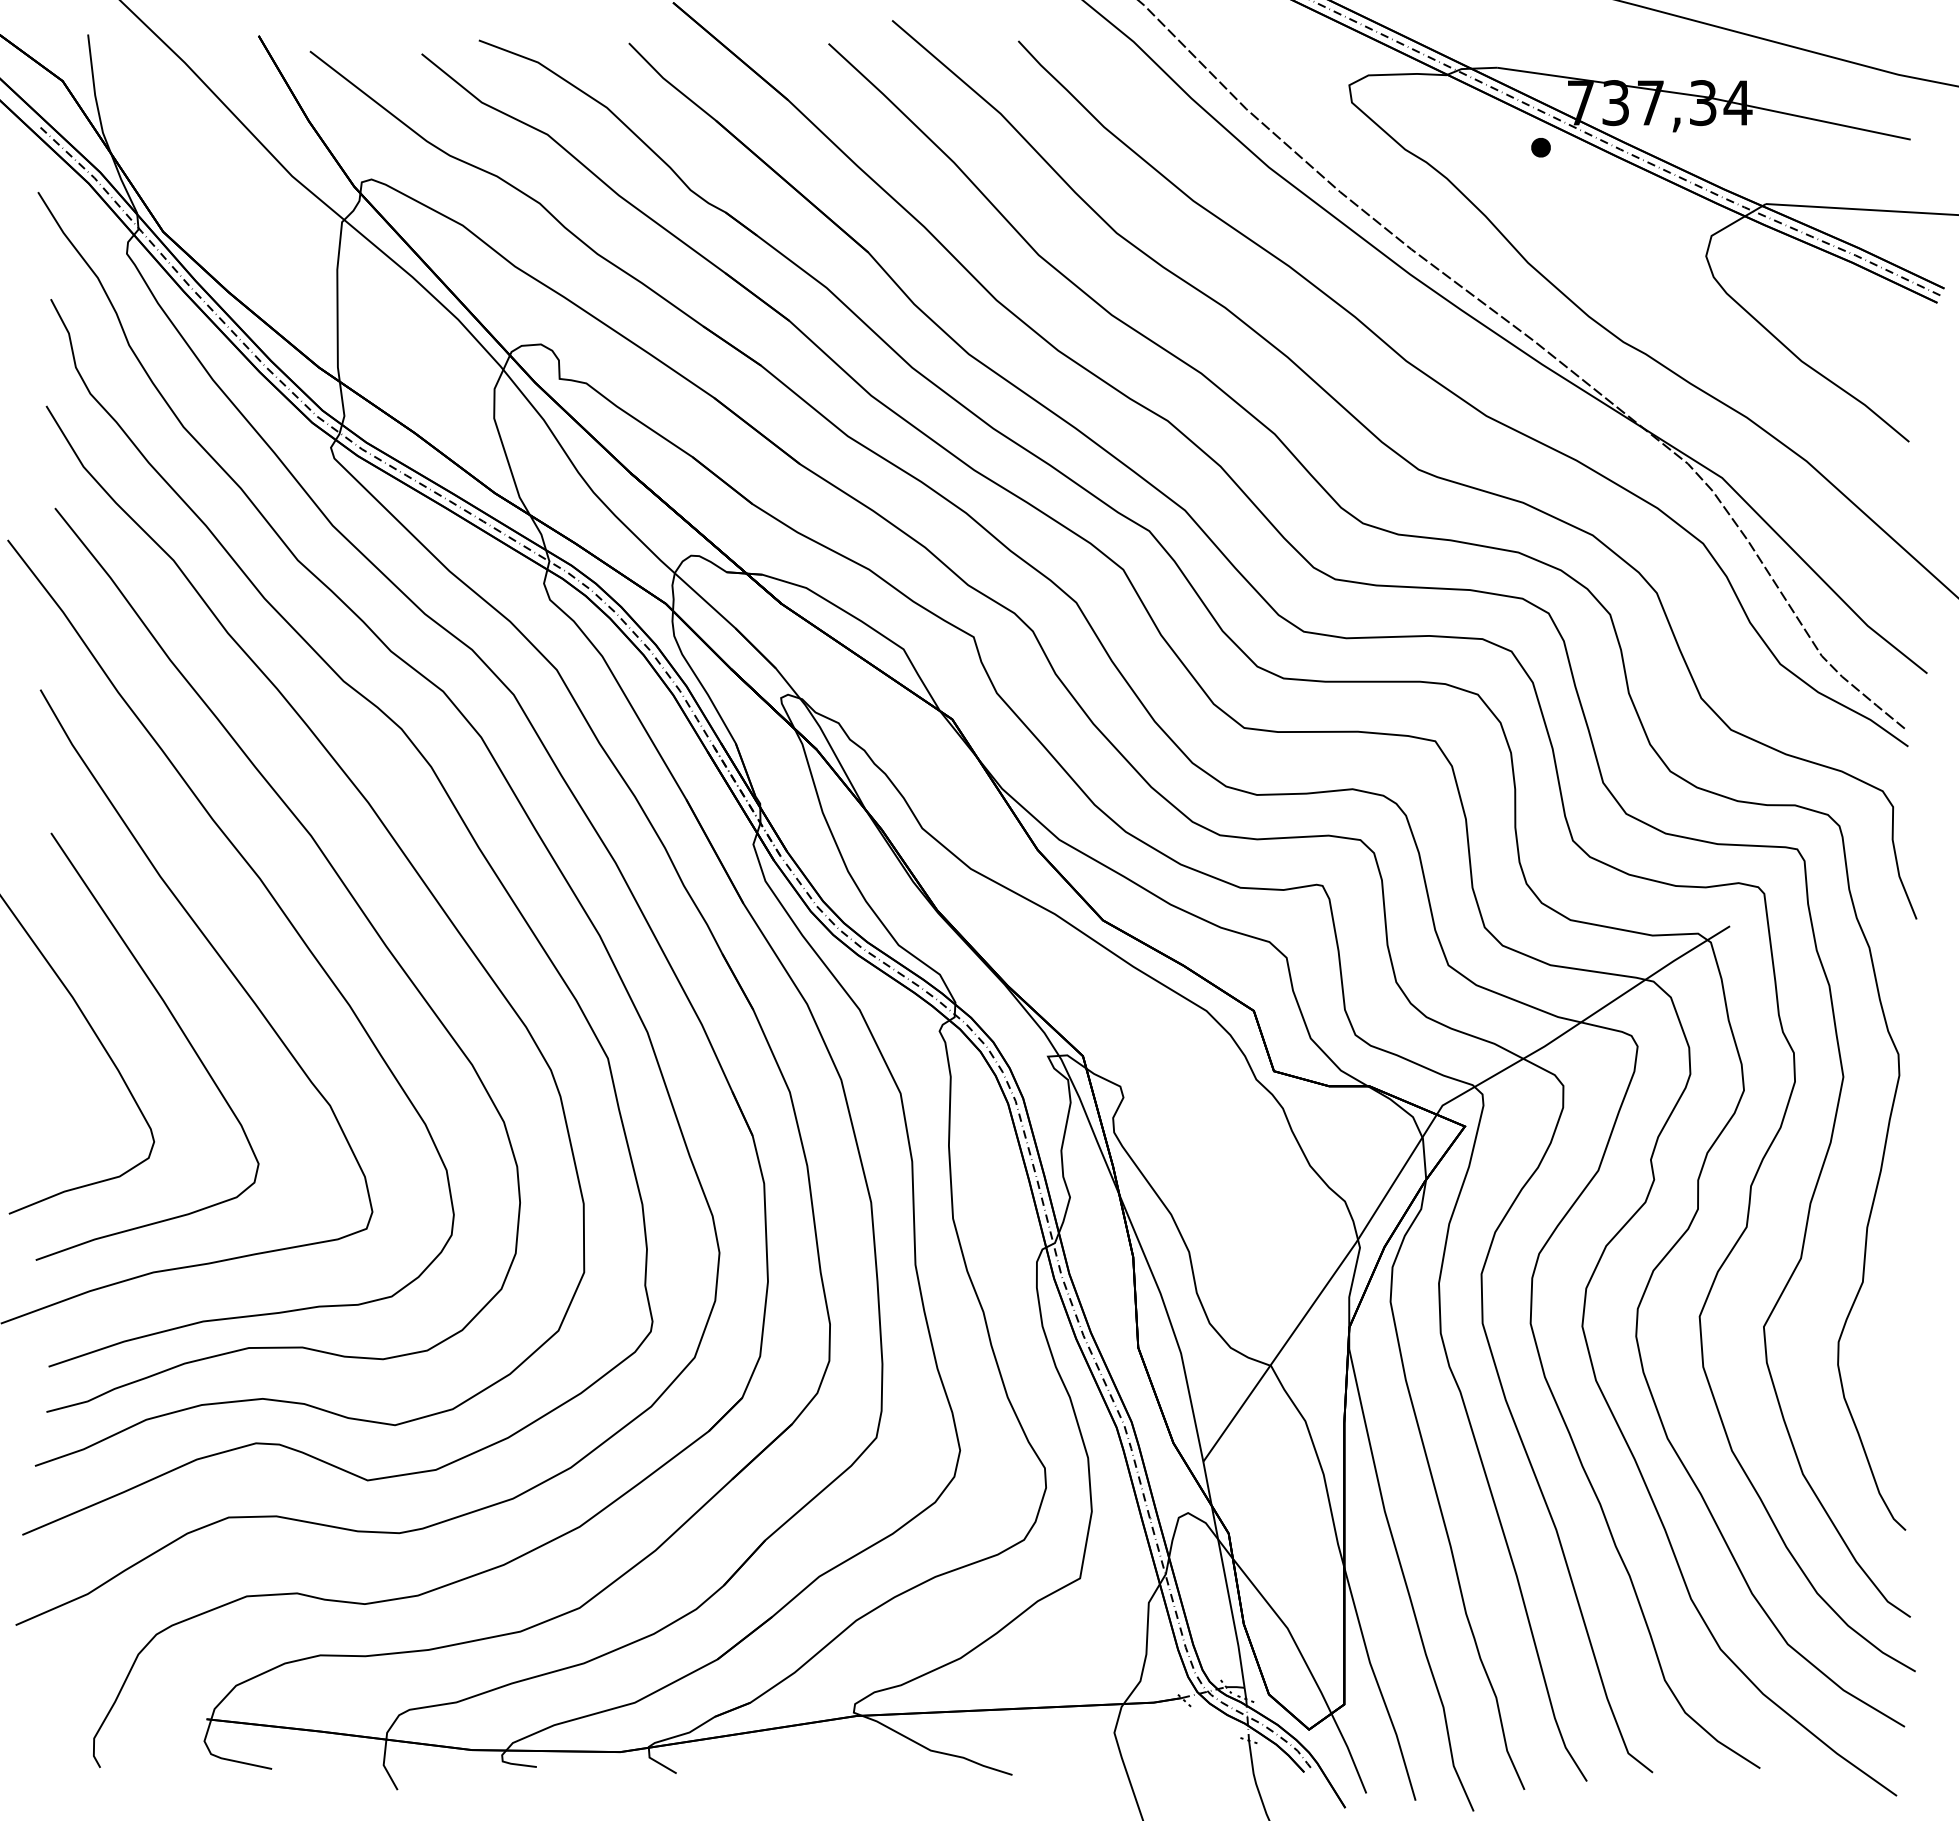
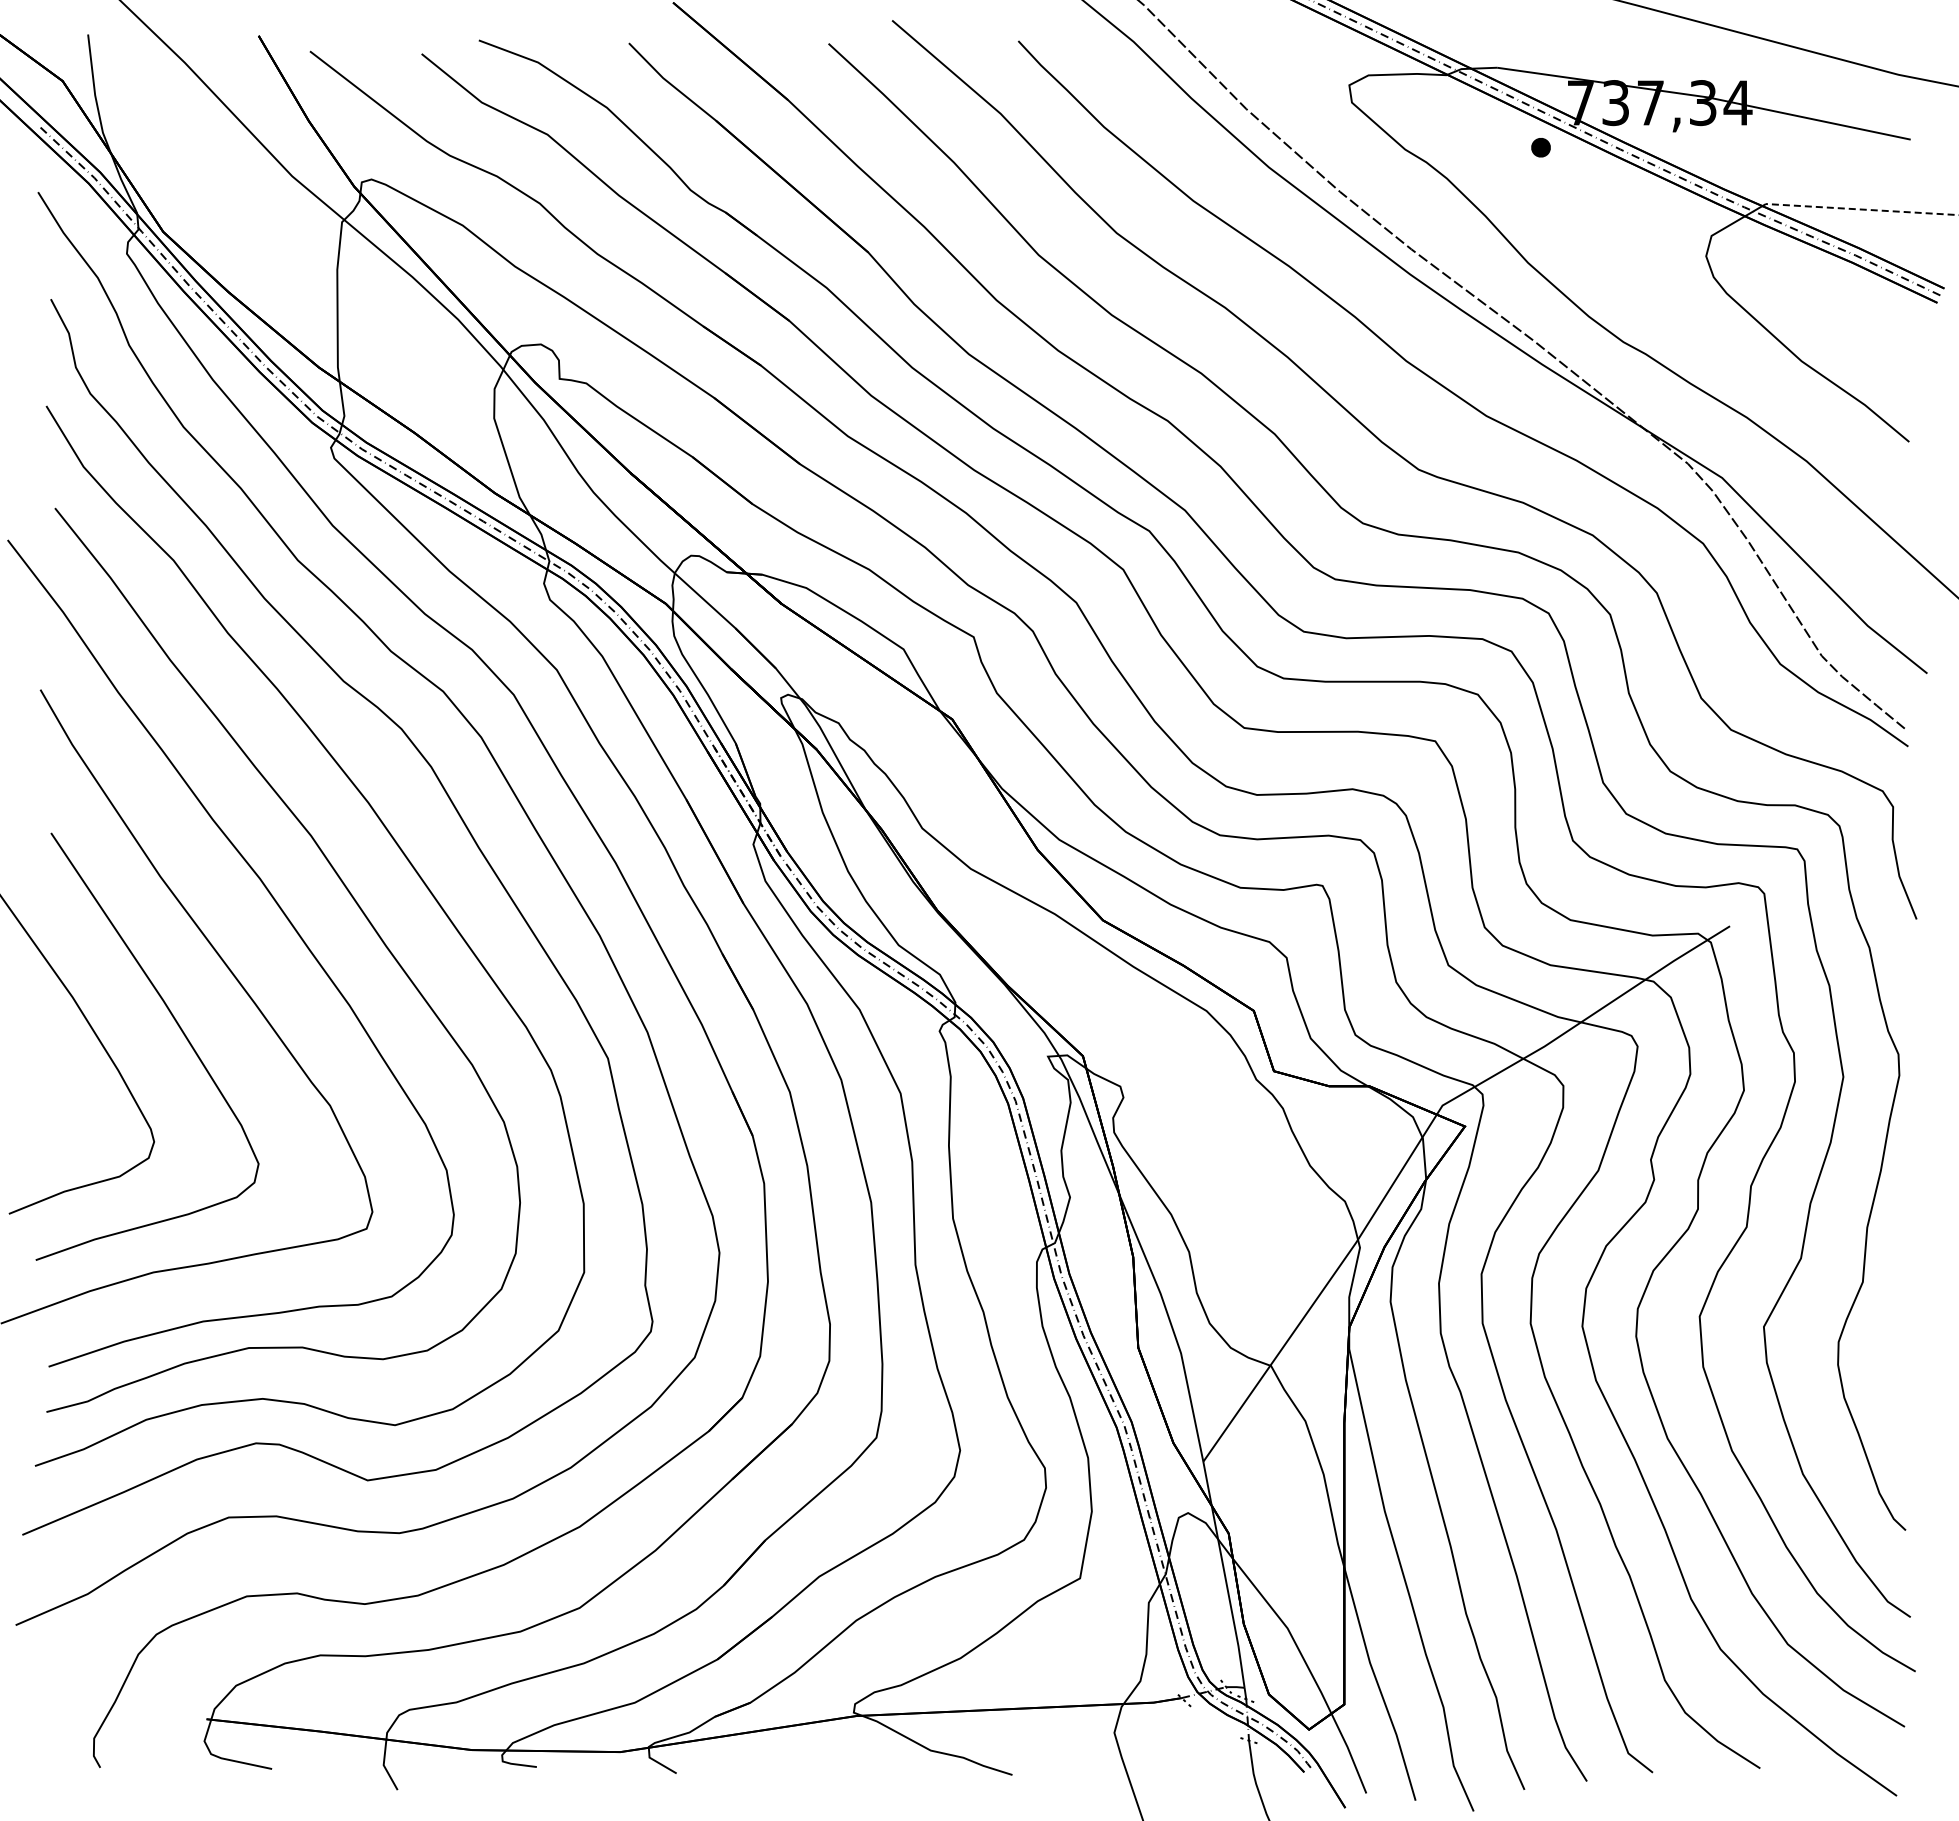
line at (1861, 209): solid -> dashed
